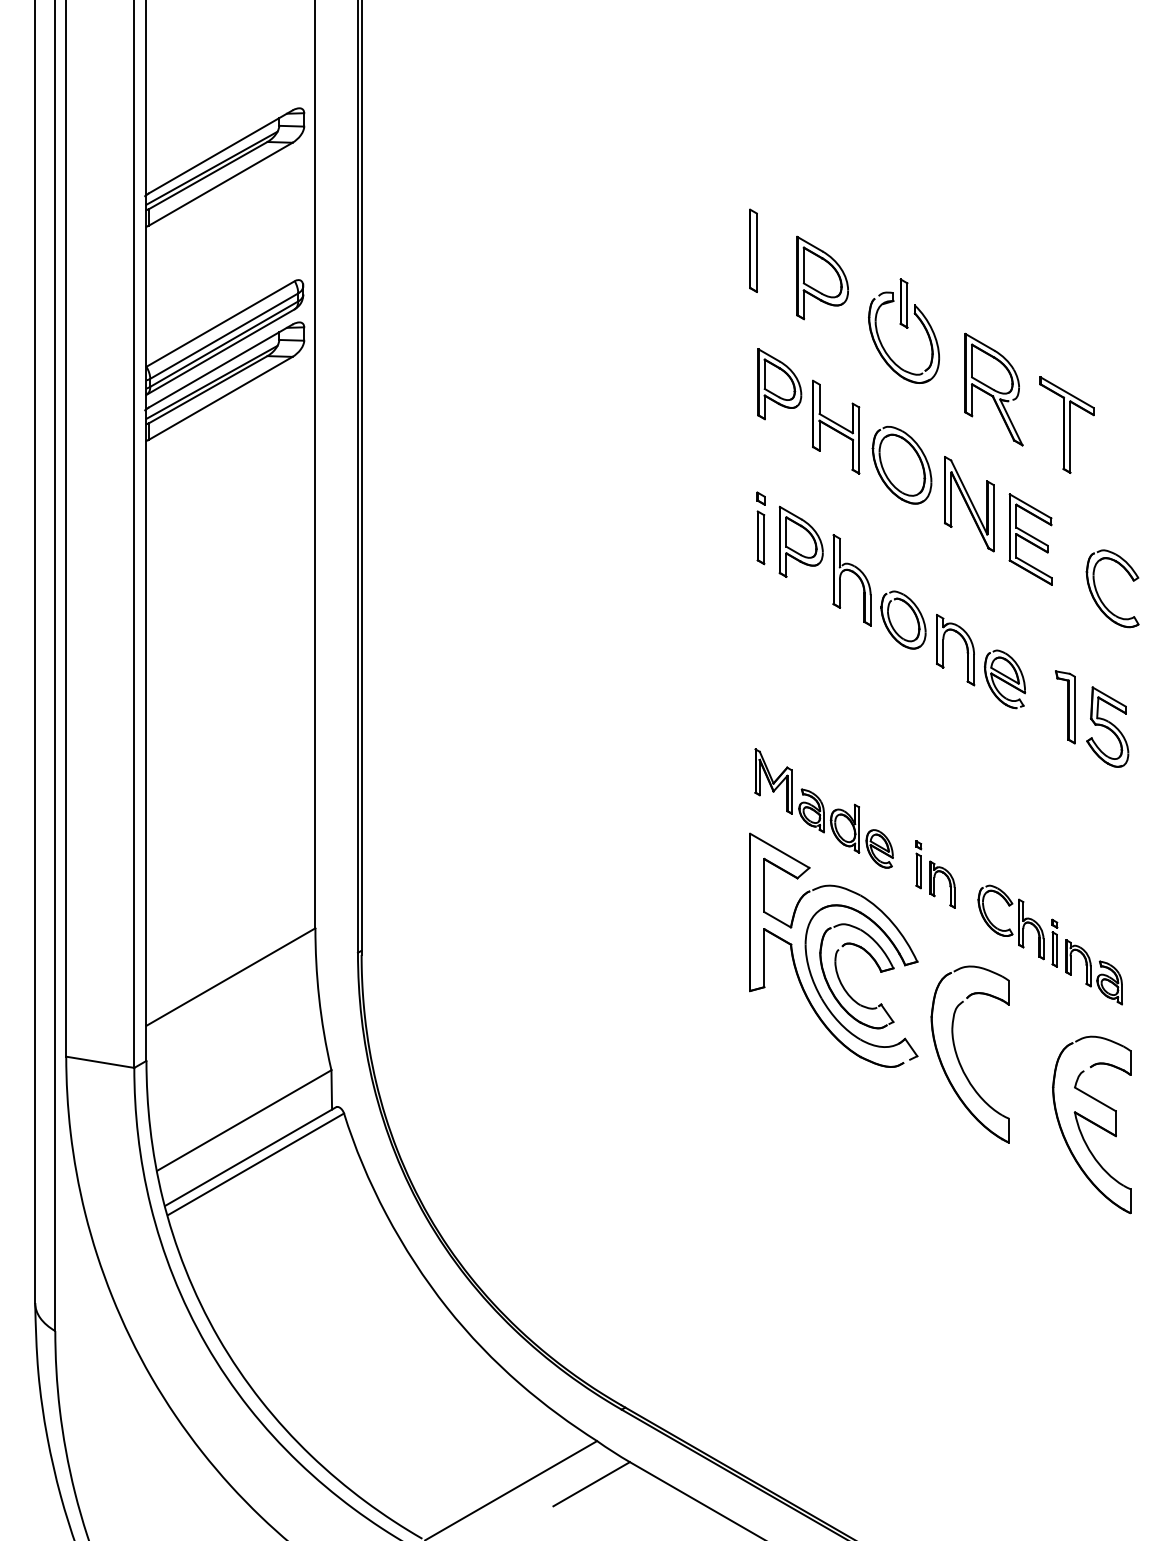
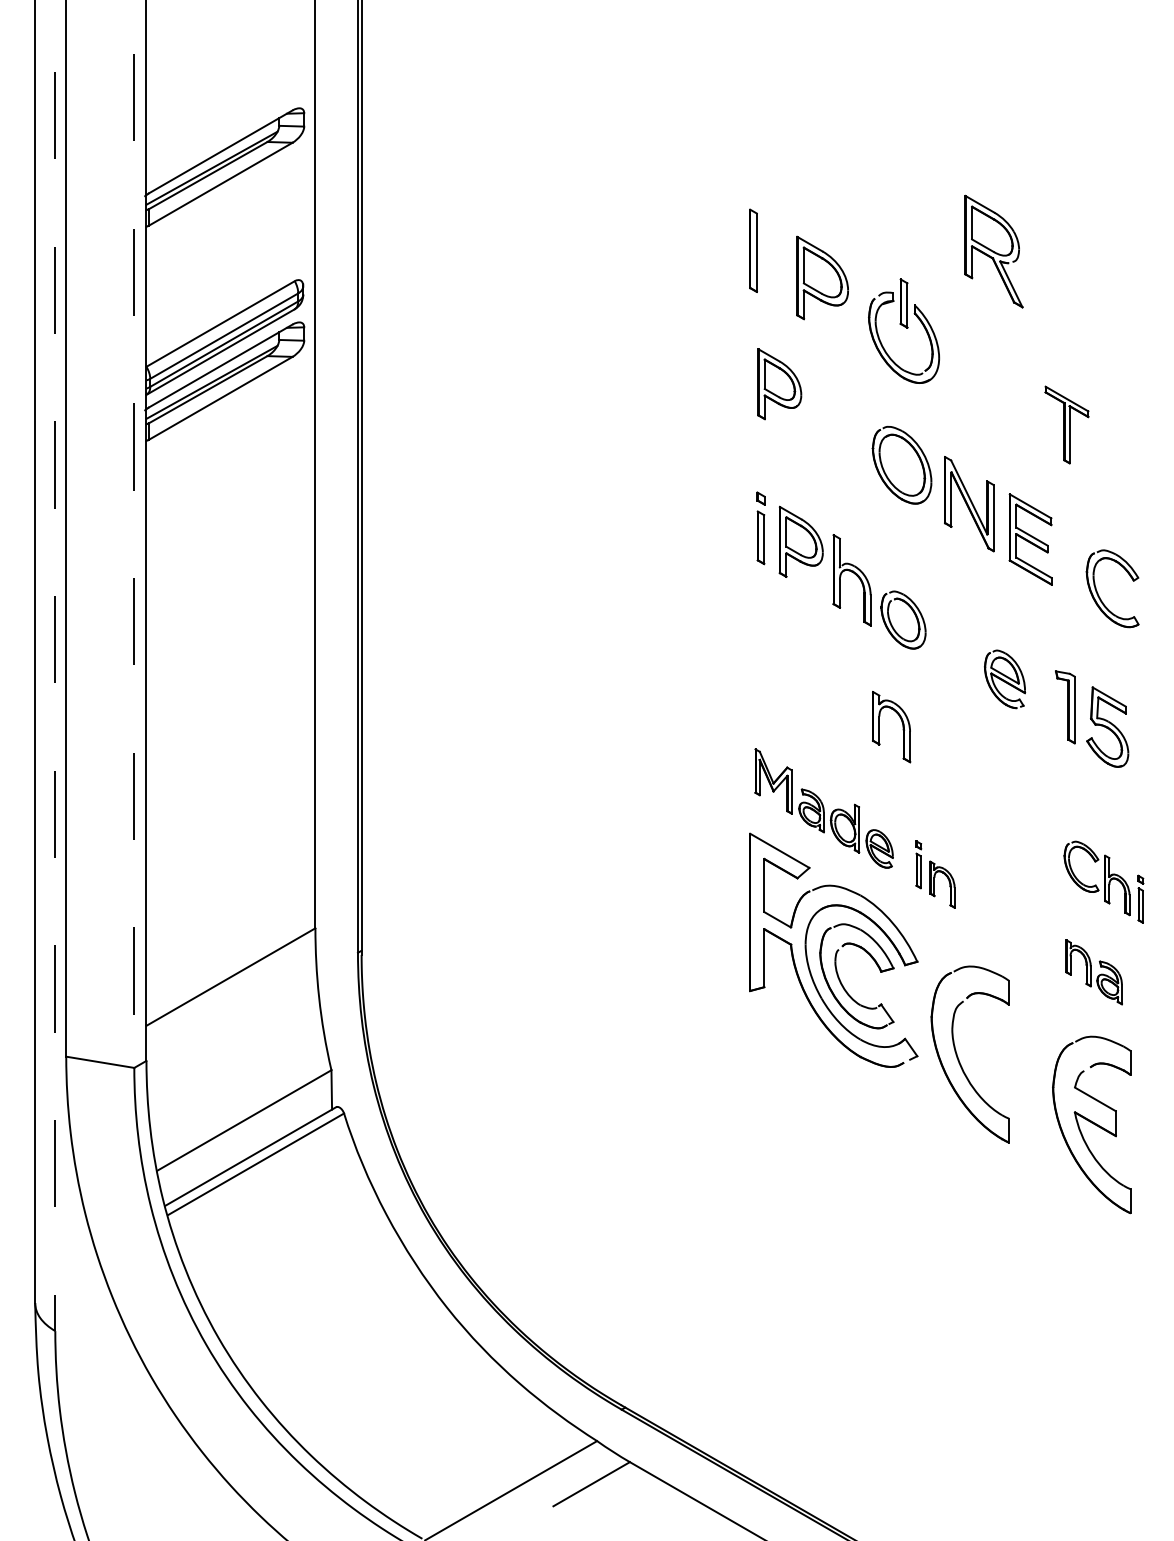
part at (993, 389) position: (993, 389) -> (993, 251)
part at (1066, 424) size: 56x98 px -> 46x80 px
part at (836, 426): present -> none
line at (134, 534): solid -> dashed
part at (966, 650) position: (966, 650) -> (902, 727)
line at (55, 666): solid -> dashed
part at (1017, 925) position: (1017, 925) -> (1103, 881)
